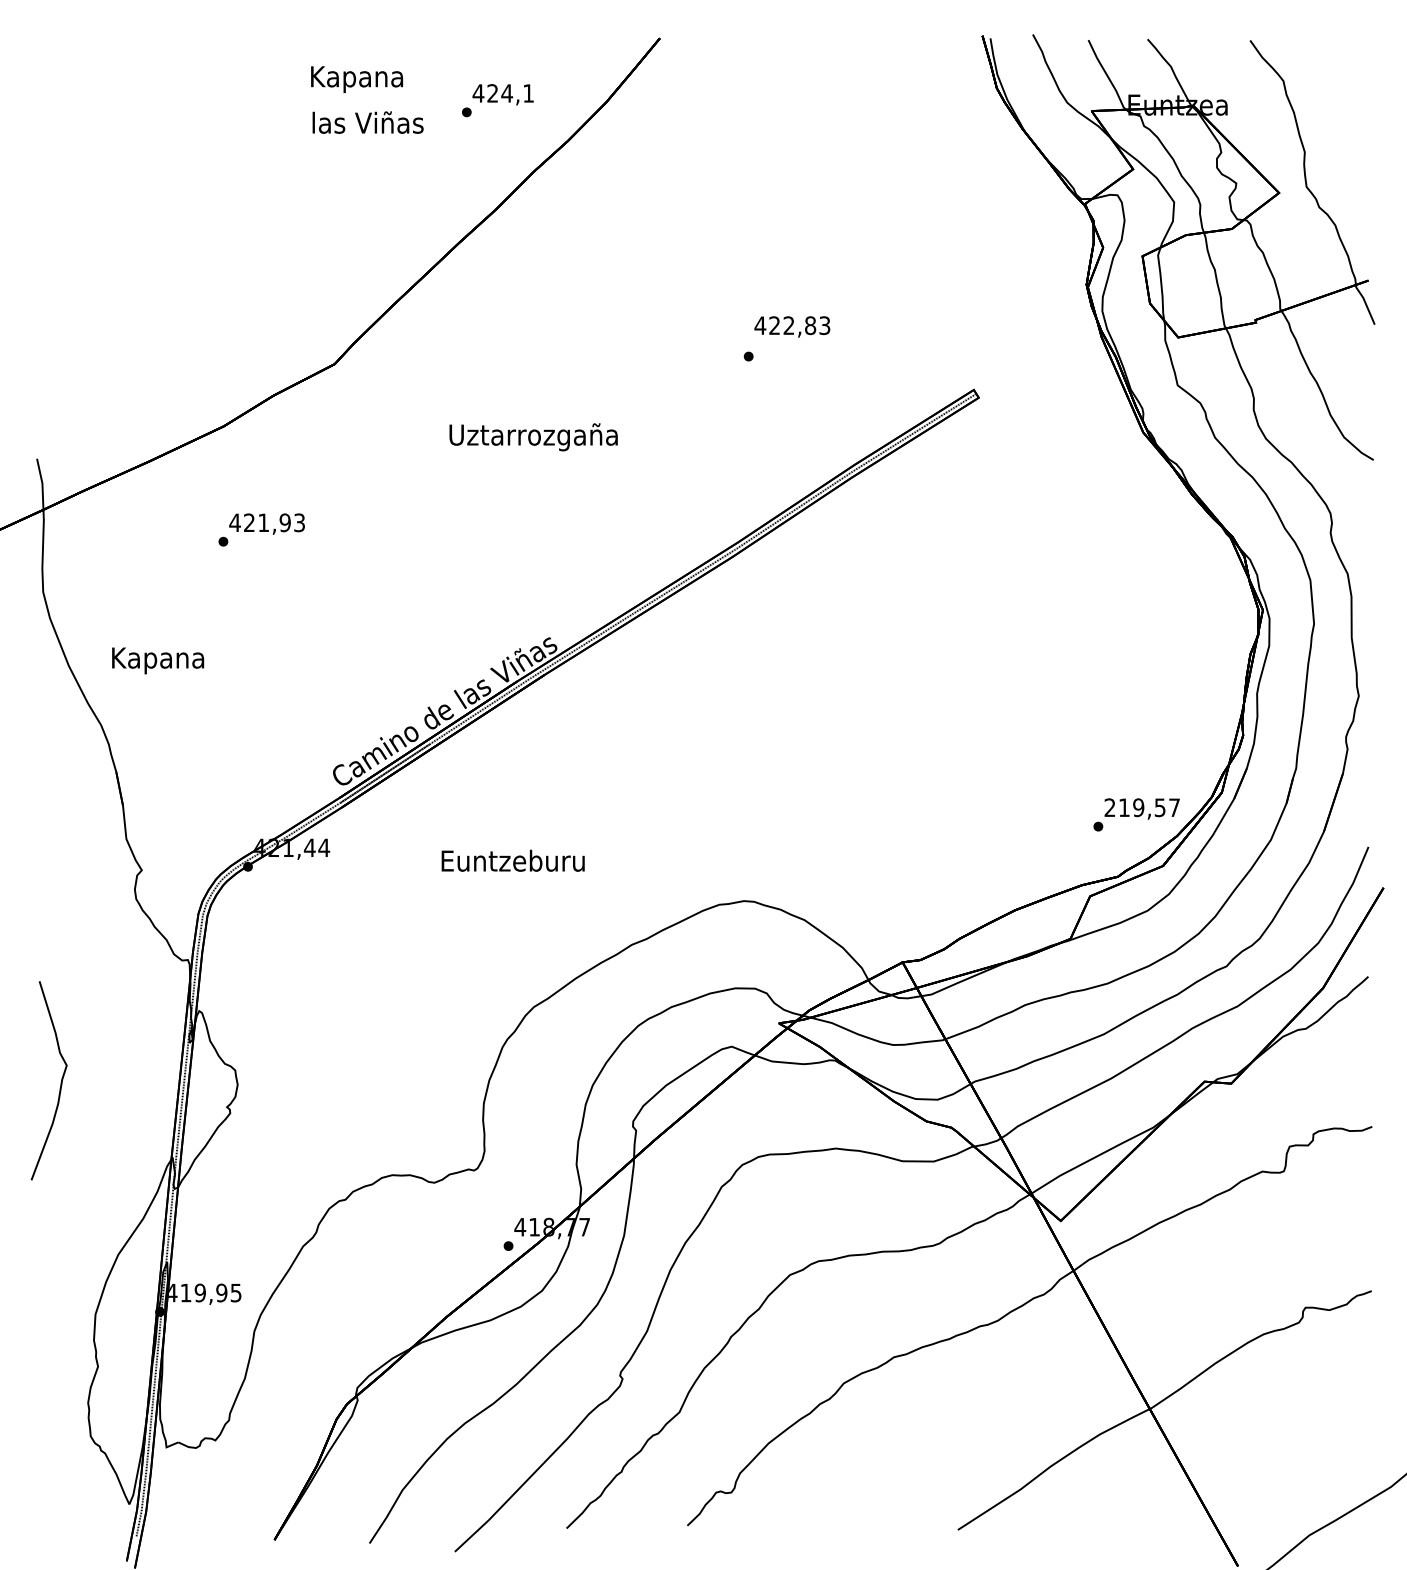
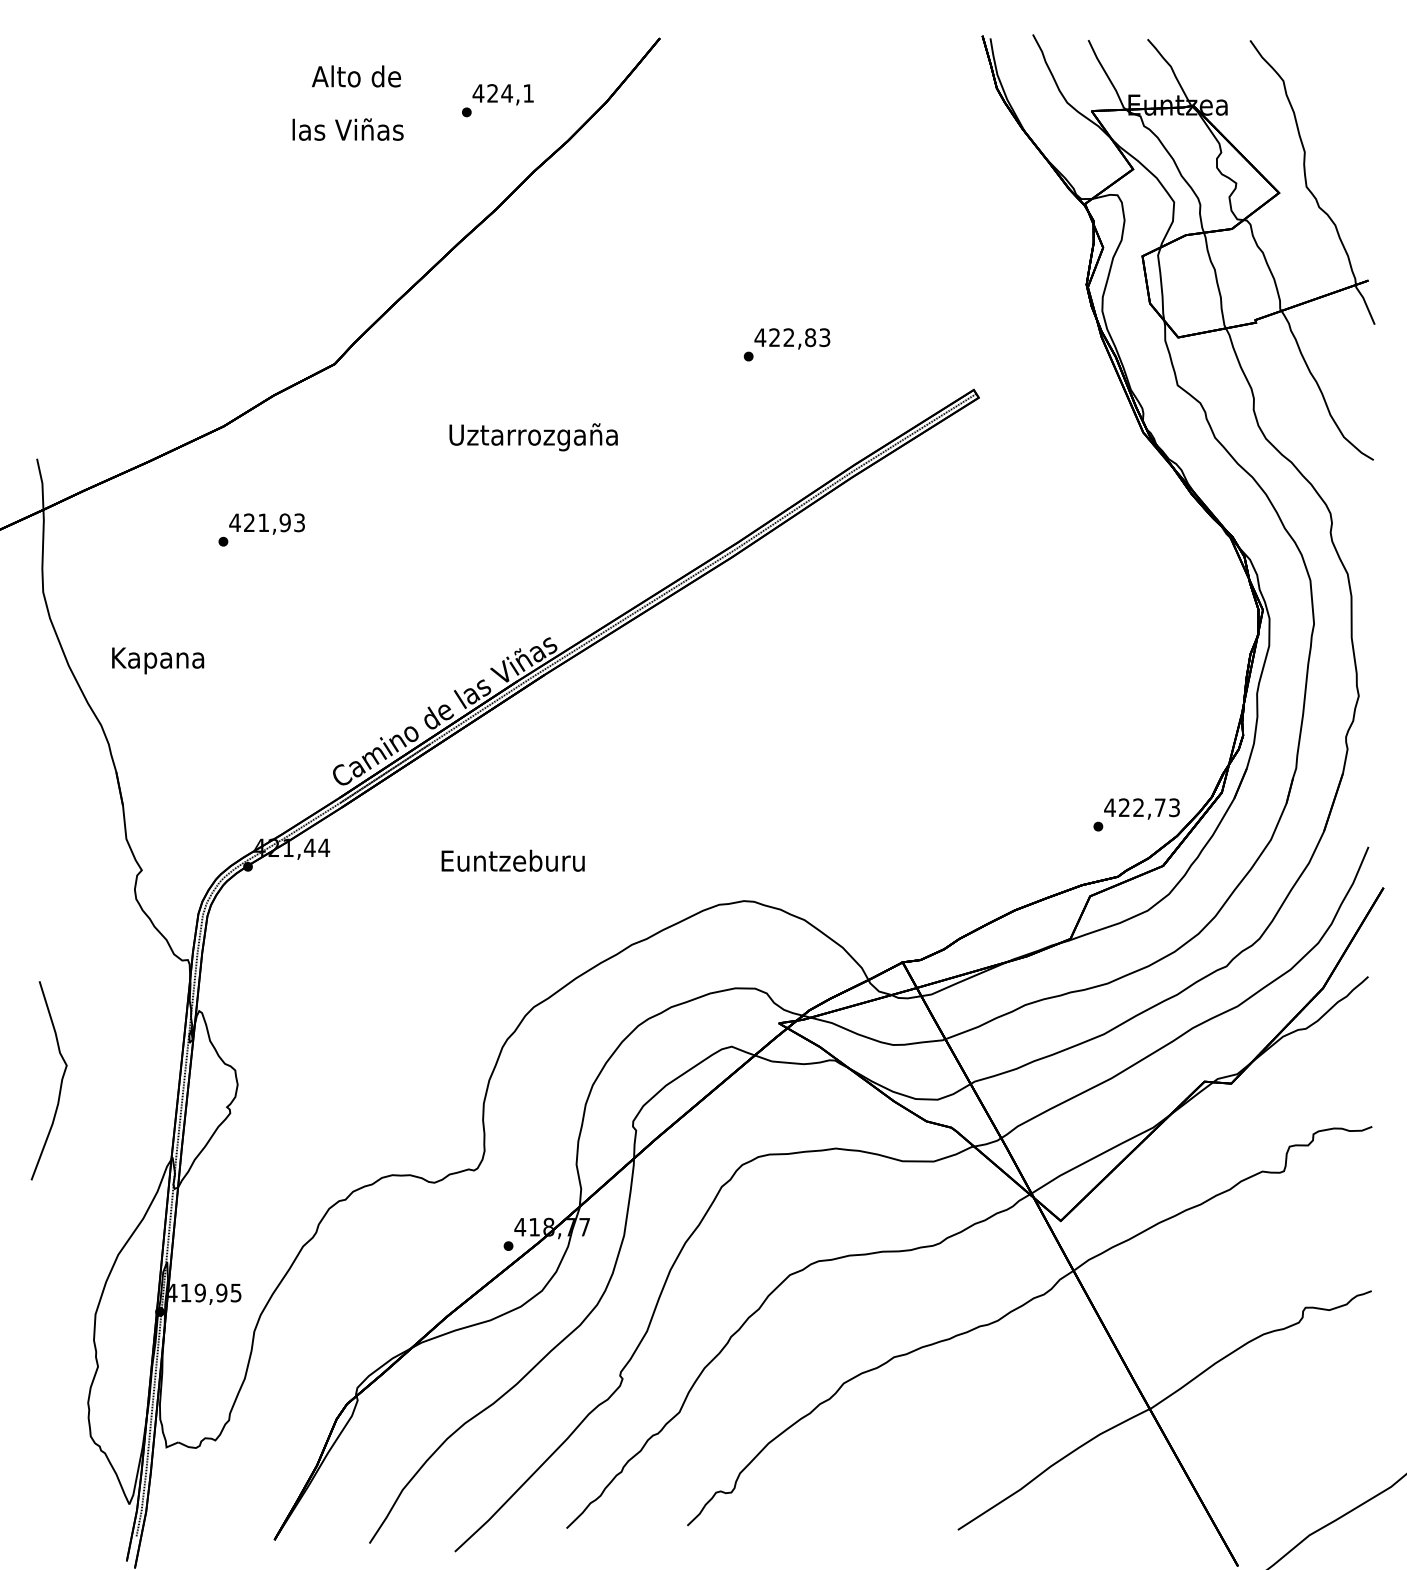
text at (357, 79): Kapana -> Alto de
text at (367, 122) position: (367, 122) -> (347, 129)
text at (792, 326) position: (792, 326) -> (792, 338)
text at (1141, 807): 219,57 -> 422,73
